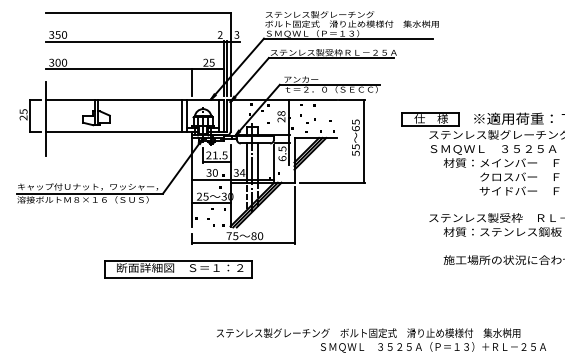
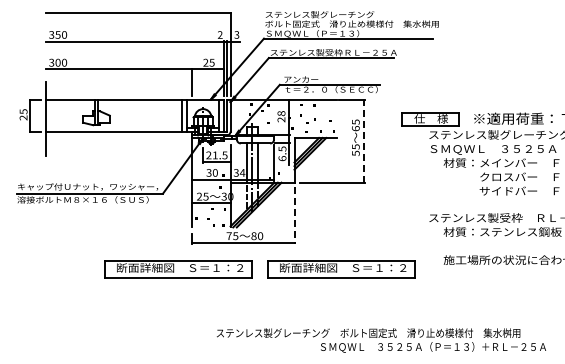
line at (363, 141): solid -> dashed
line at (294, 215): solid -> dashed
part at (341, 269): none -> present
